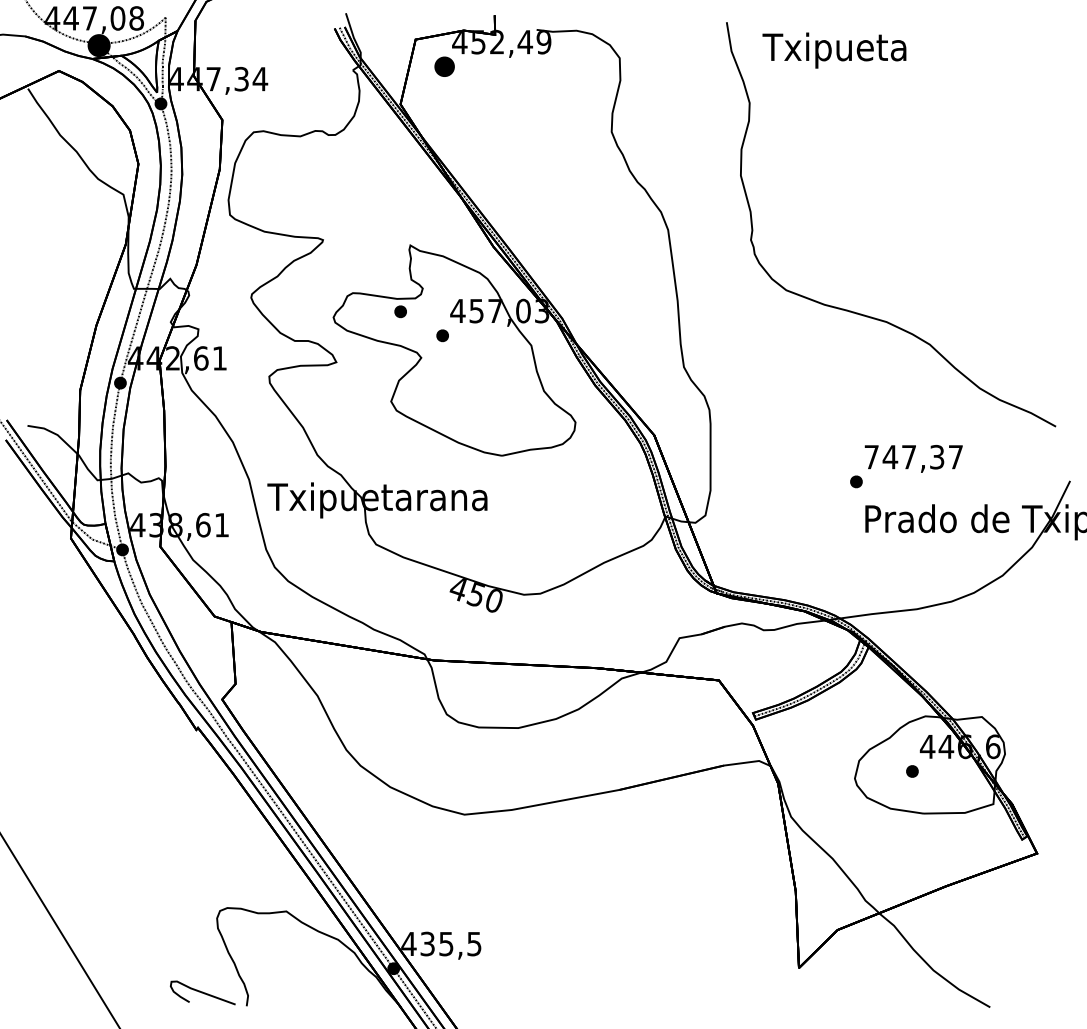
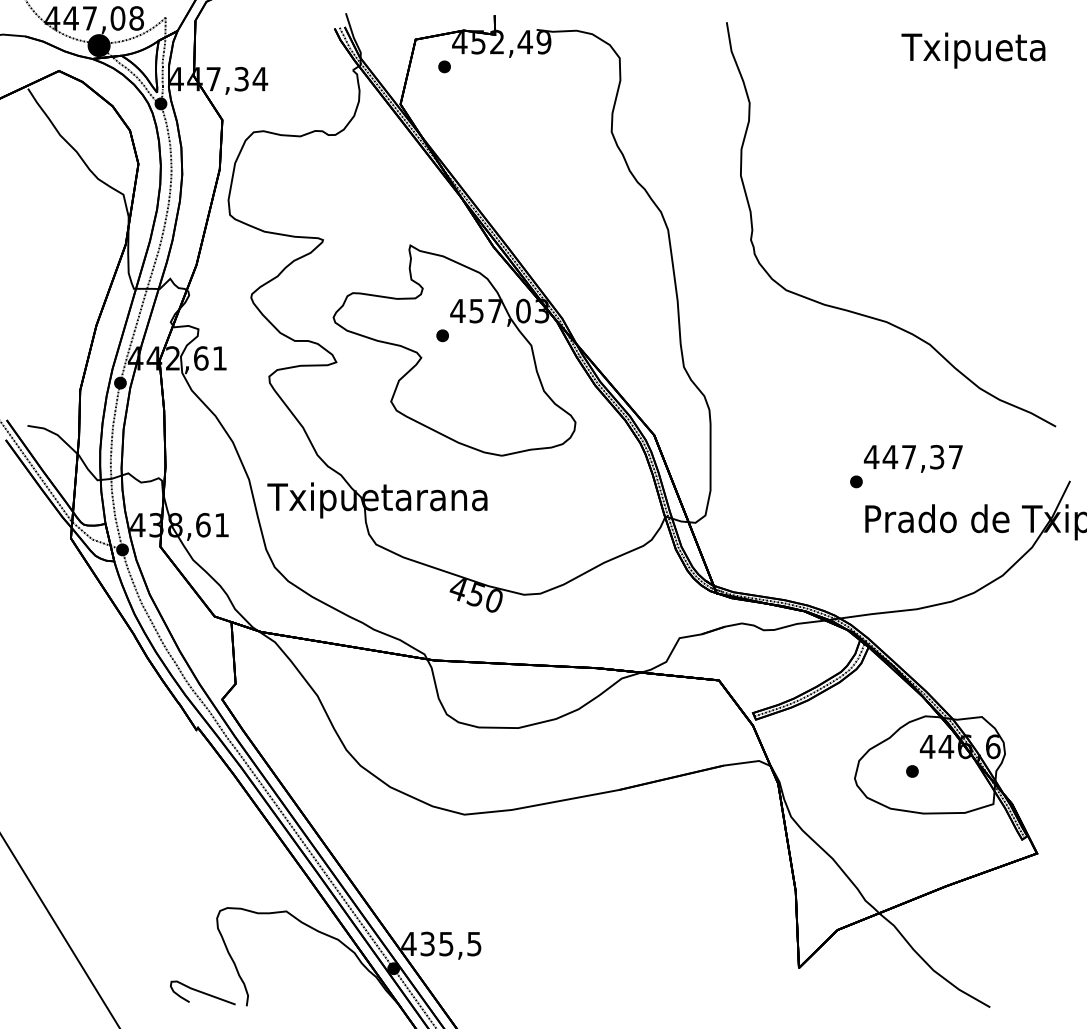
text at (834, 50) position: (834, 50) -> (973, 50)
part at (444, 66) size: 21x21 px -> 13x14 px
part at (400, 311): present -> none
text at (871, 457): 747,37 -> 447,37
